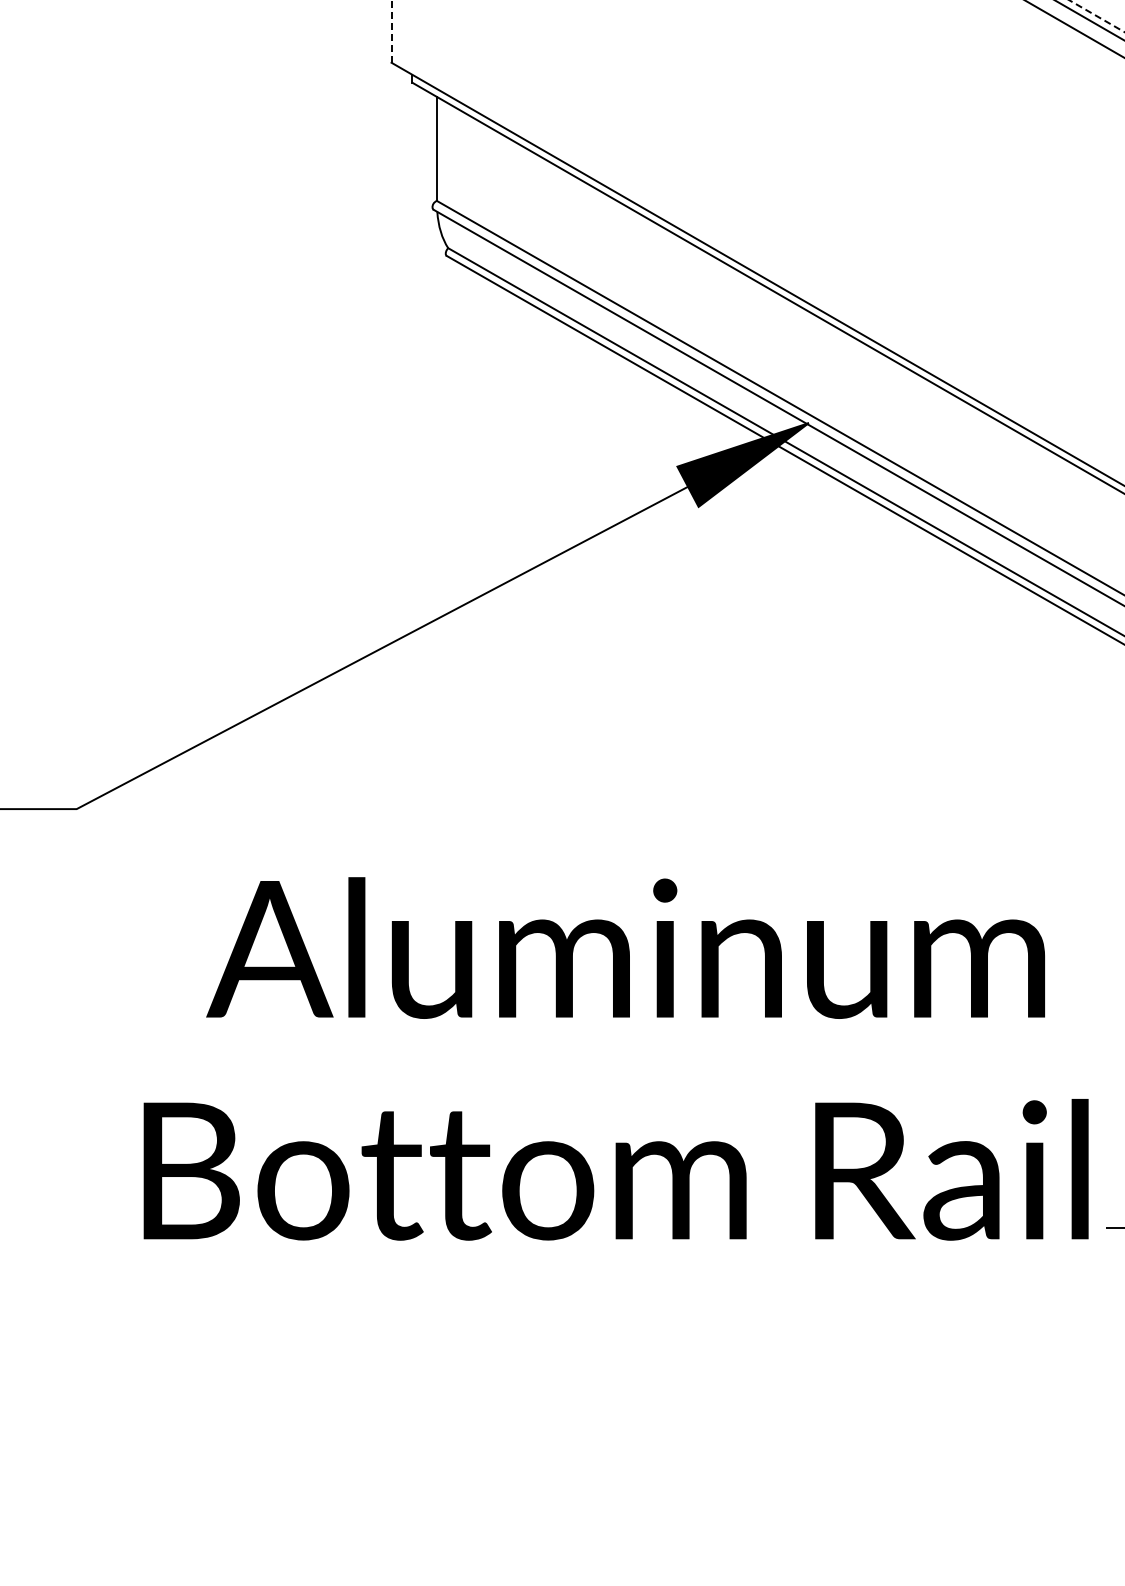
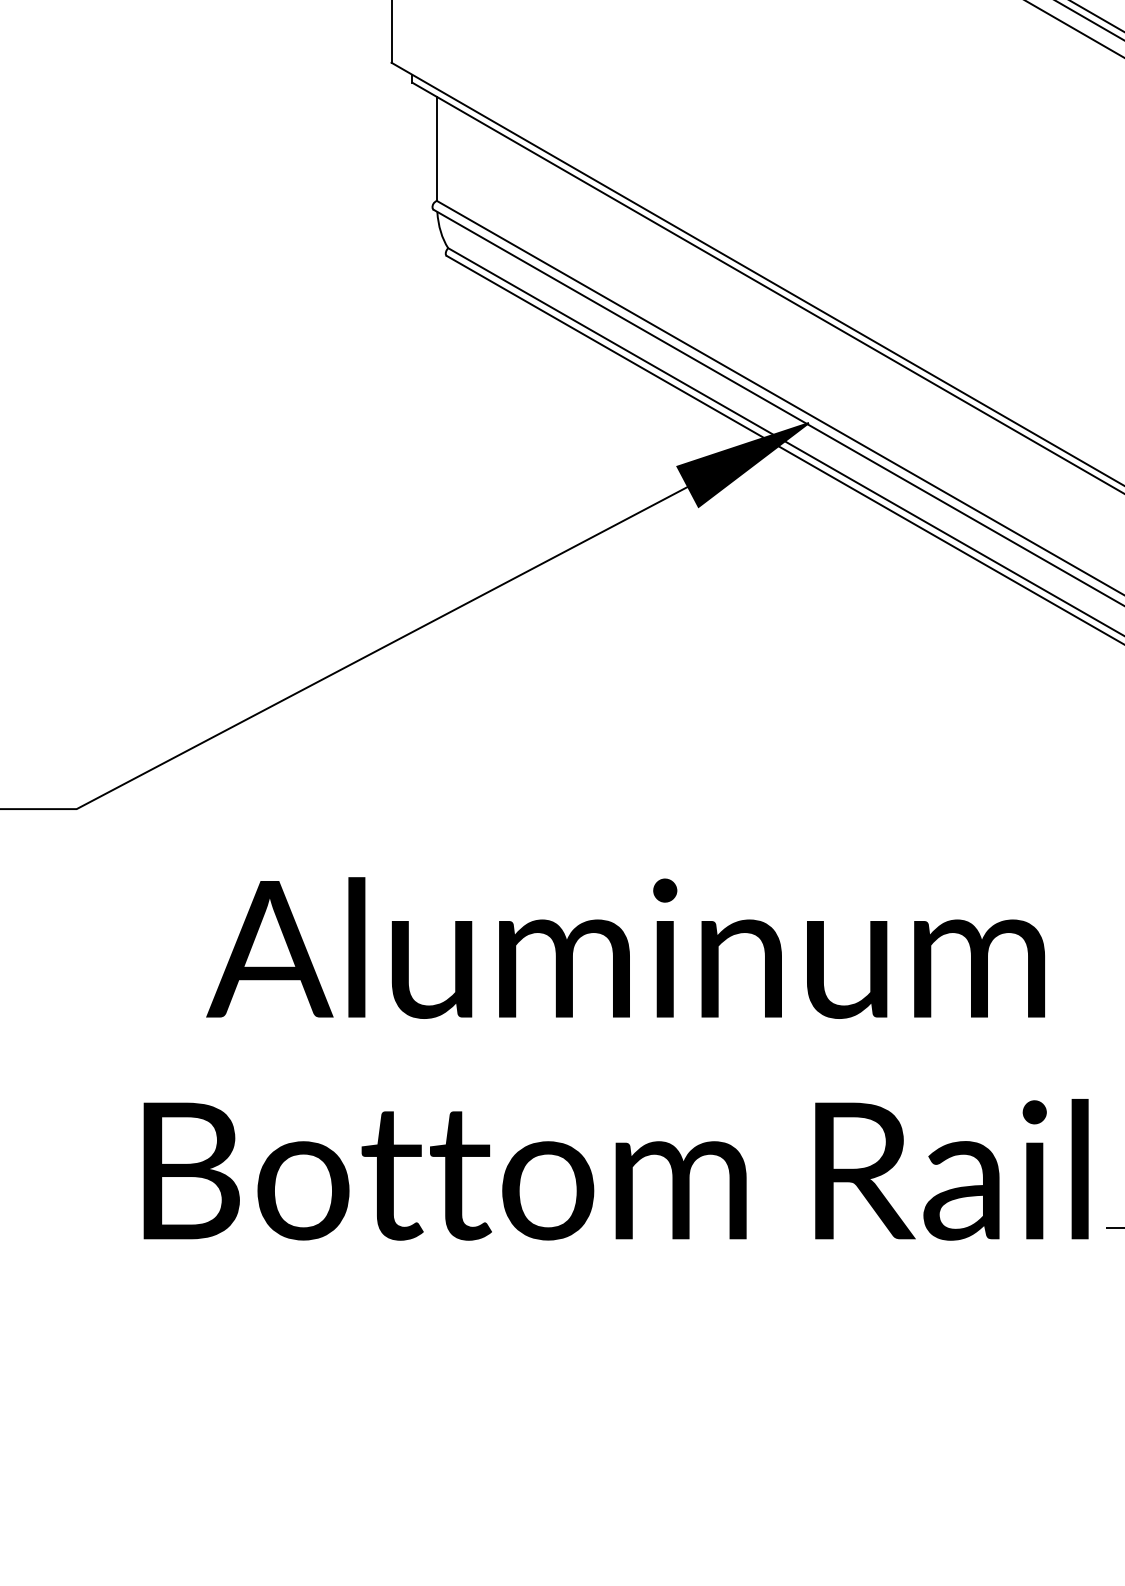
line at (1096, 16): dashed -> solid
line at (391, 31): dashed -> solid
